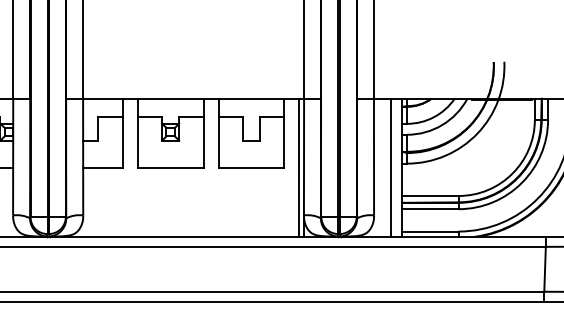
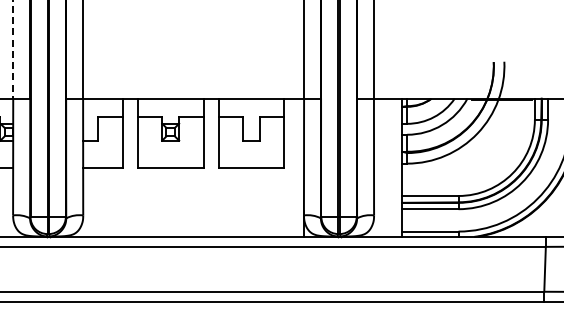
line at (13, 49): solid -> dashed
line at (299, 167): present -> none
line at (390, 167): present -> none
